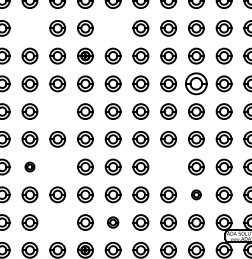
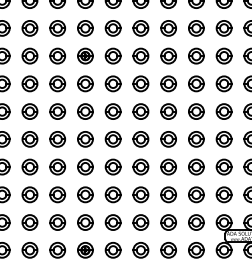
part at (29, 28): none -> present
part at (112, 28): none -> present
part at (196, 83) size: 23x24 px -> 17x18 px
part at (57, 111): none -> present
part at (29, 166) size: 12x12 px -> 18x18 px
part at (57, 166): none -> present
part at (168, 166): none -> present
part at (196, 194) size: 11x12 px -> 17x18 px
part at (57, 222): none -> present
part at (113, 222) size: 13x13 px -> 18x17 px
